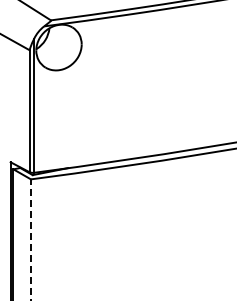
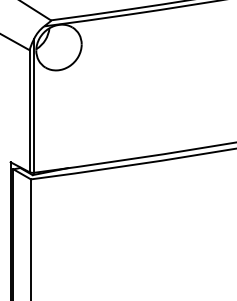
line at (30, 239): dashed -> solid
